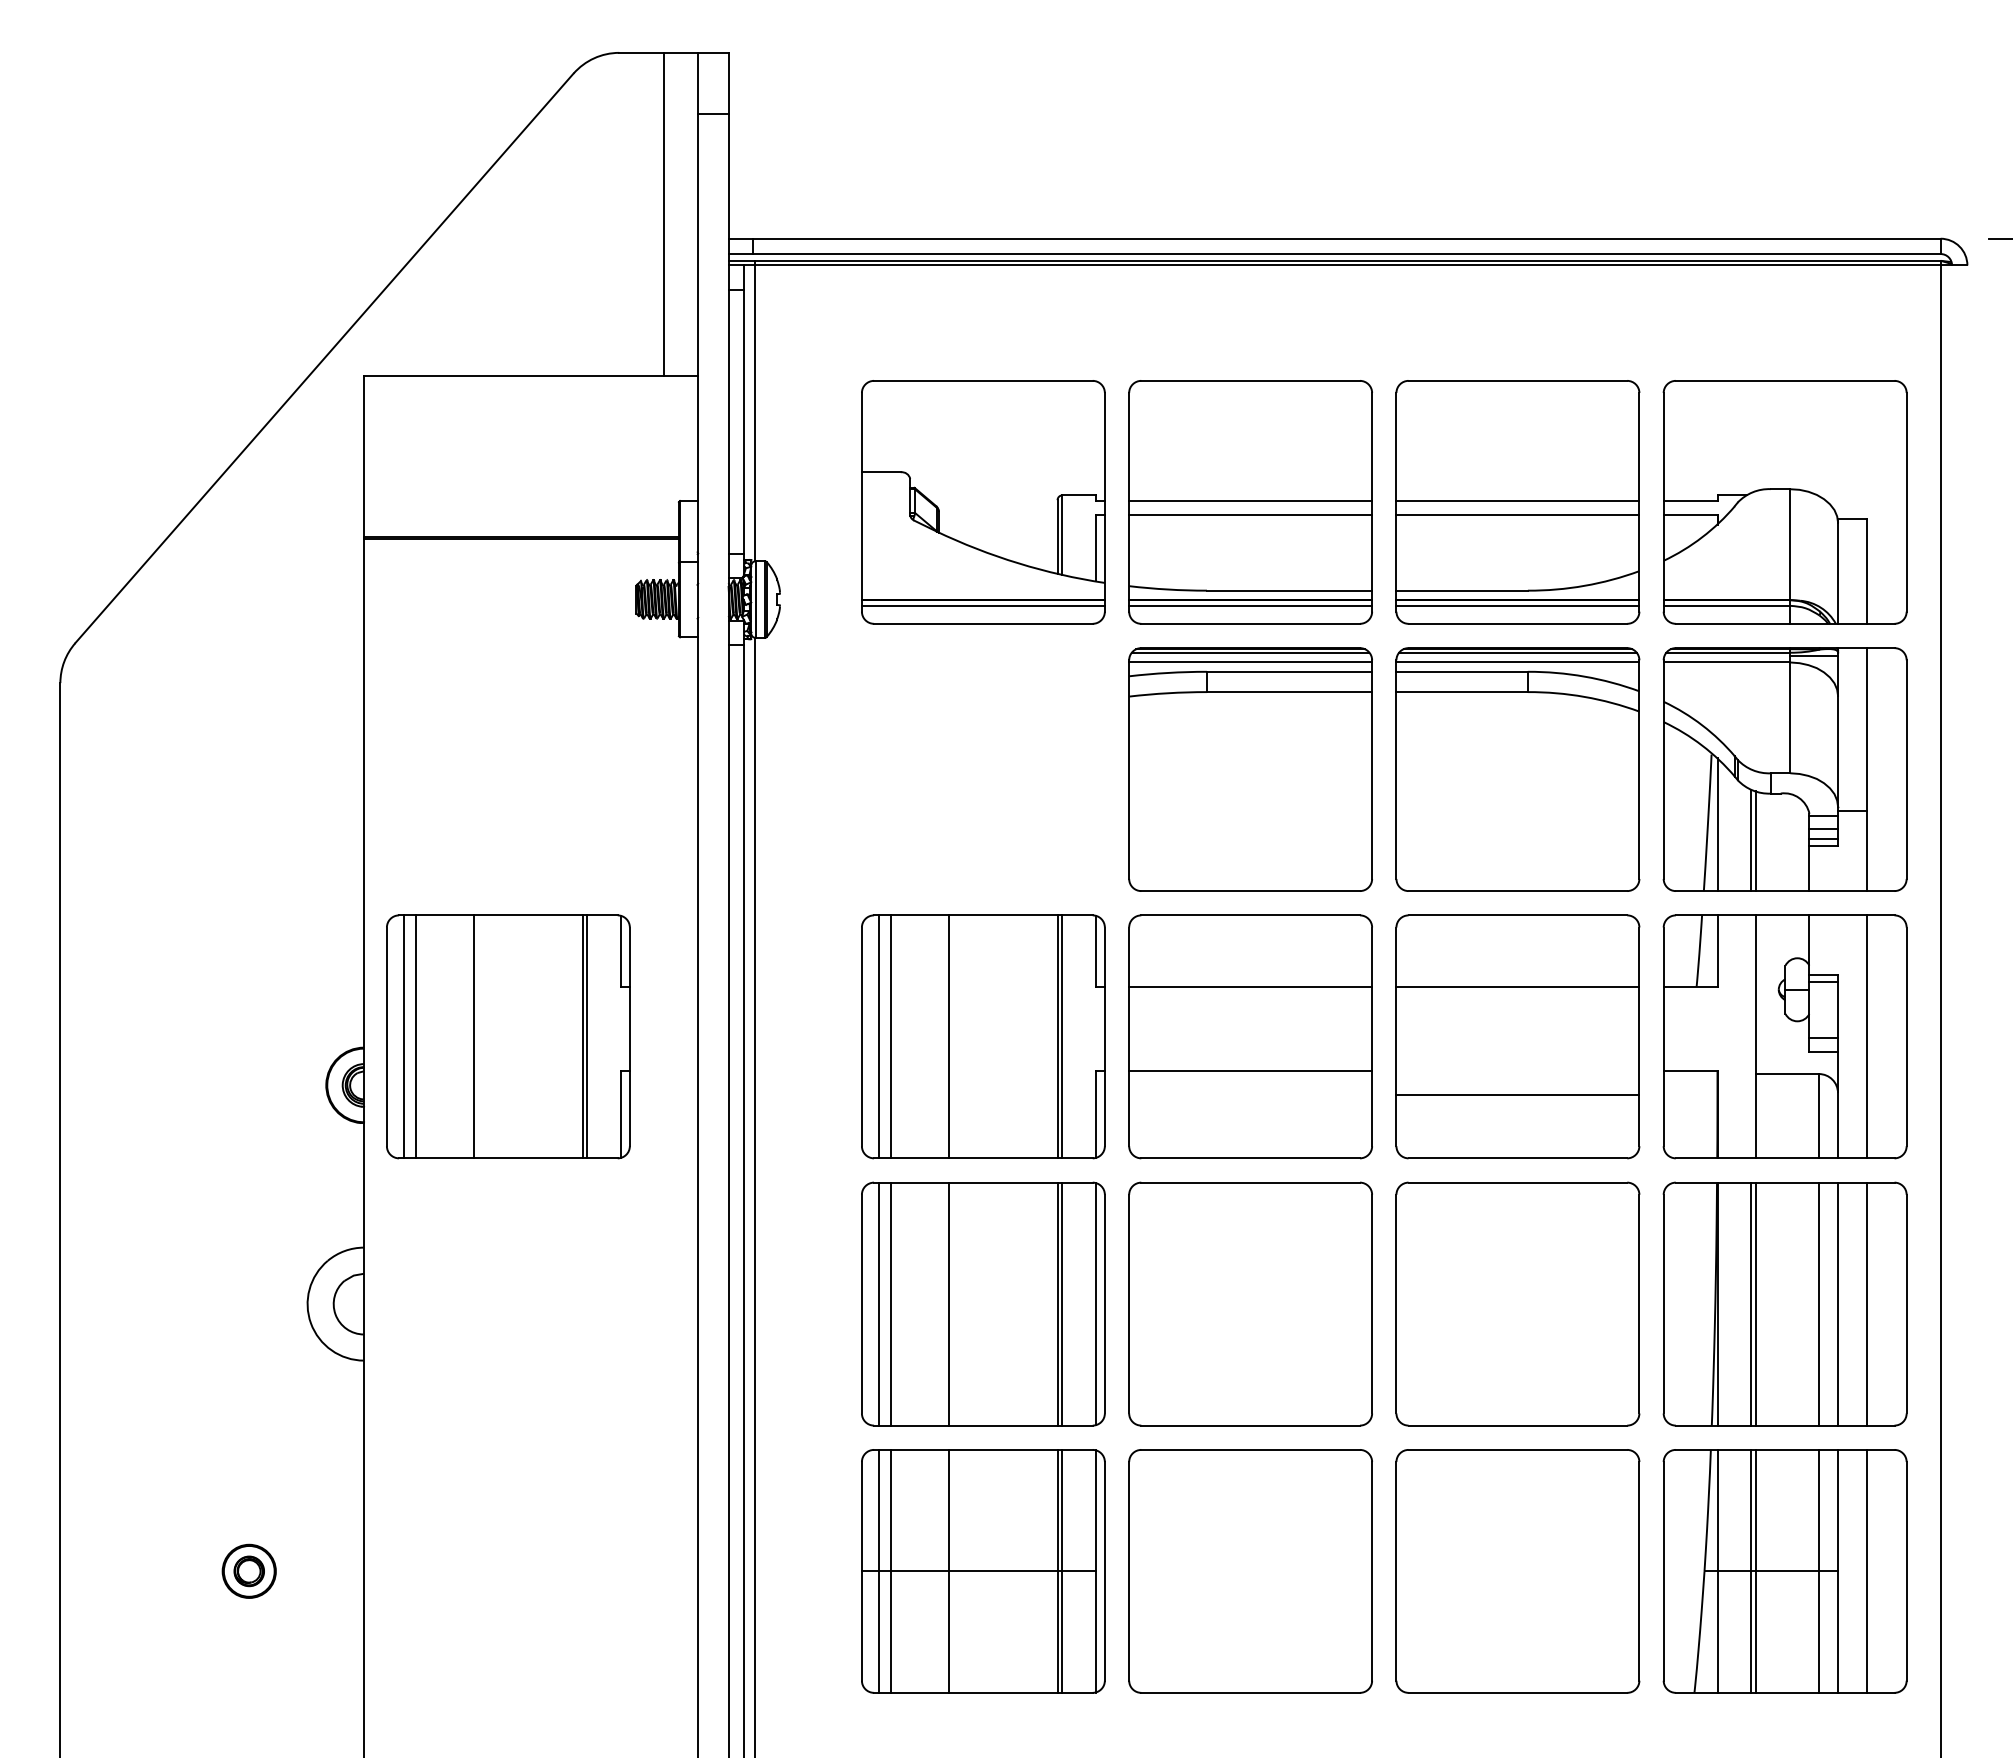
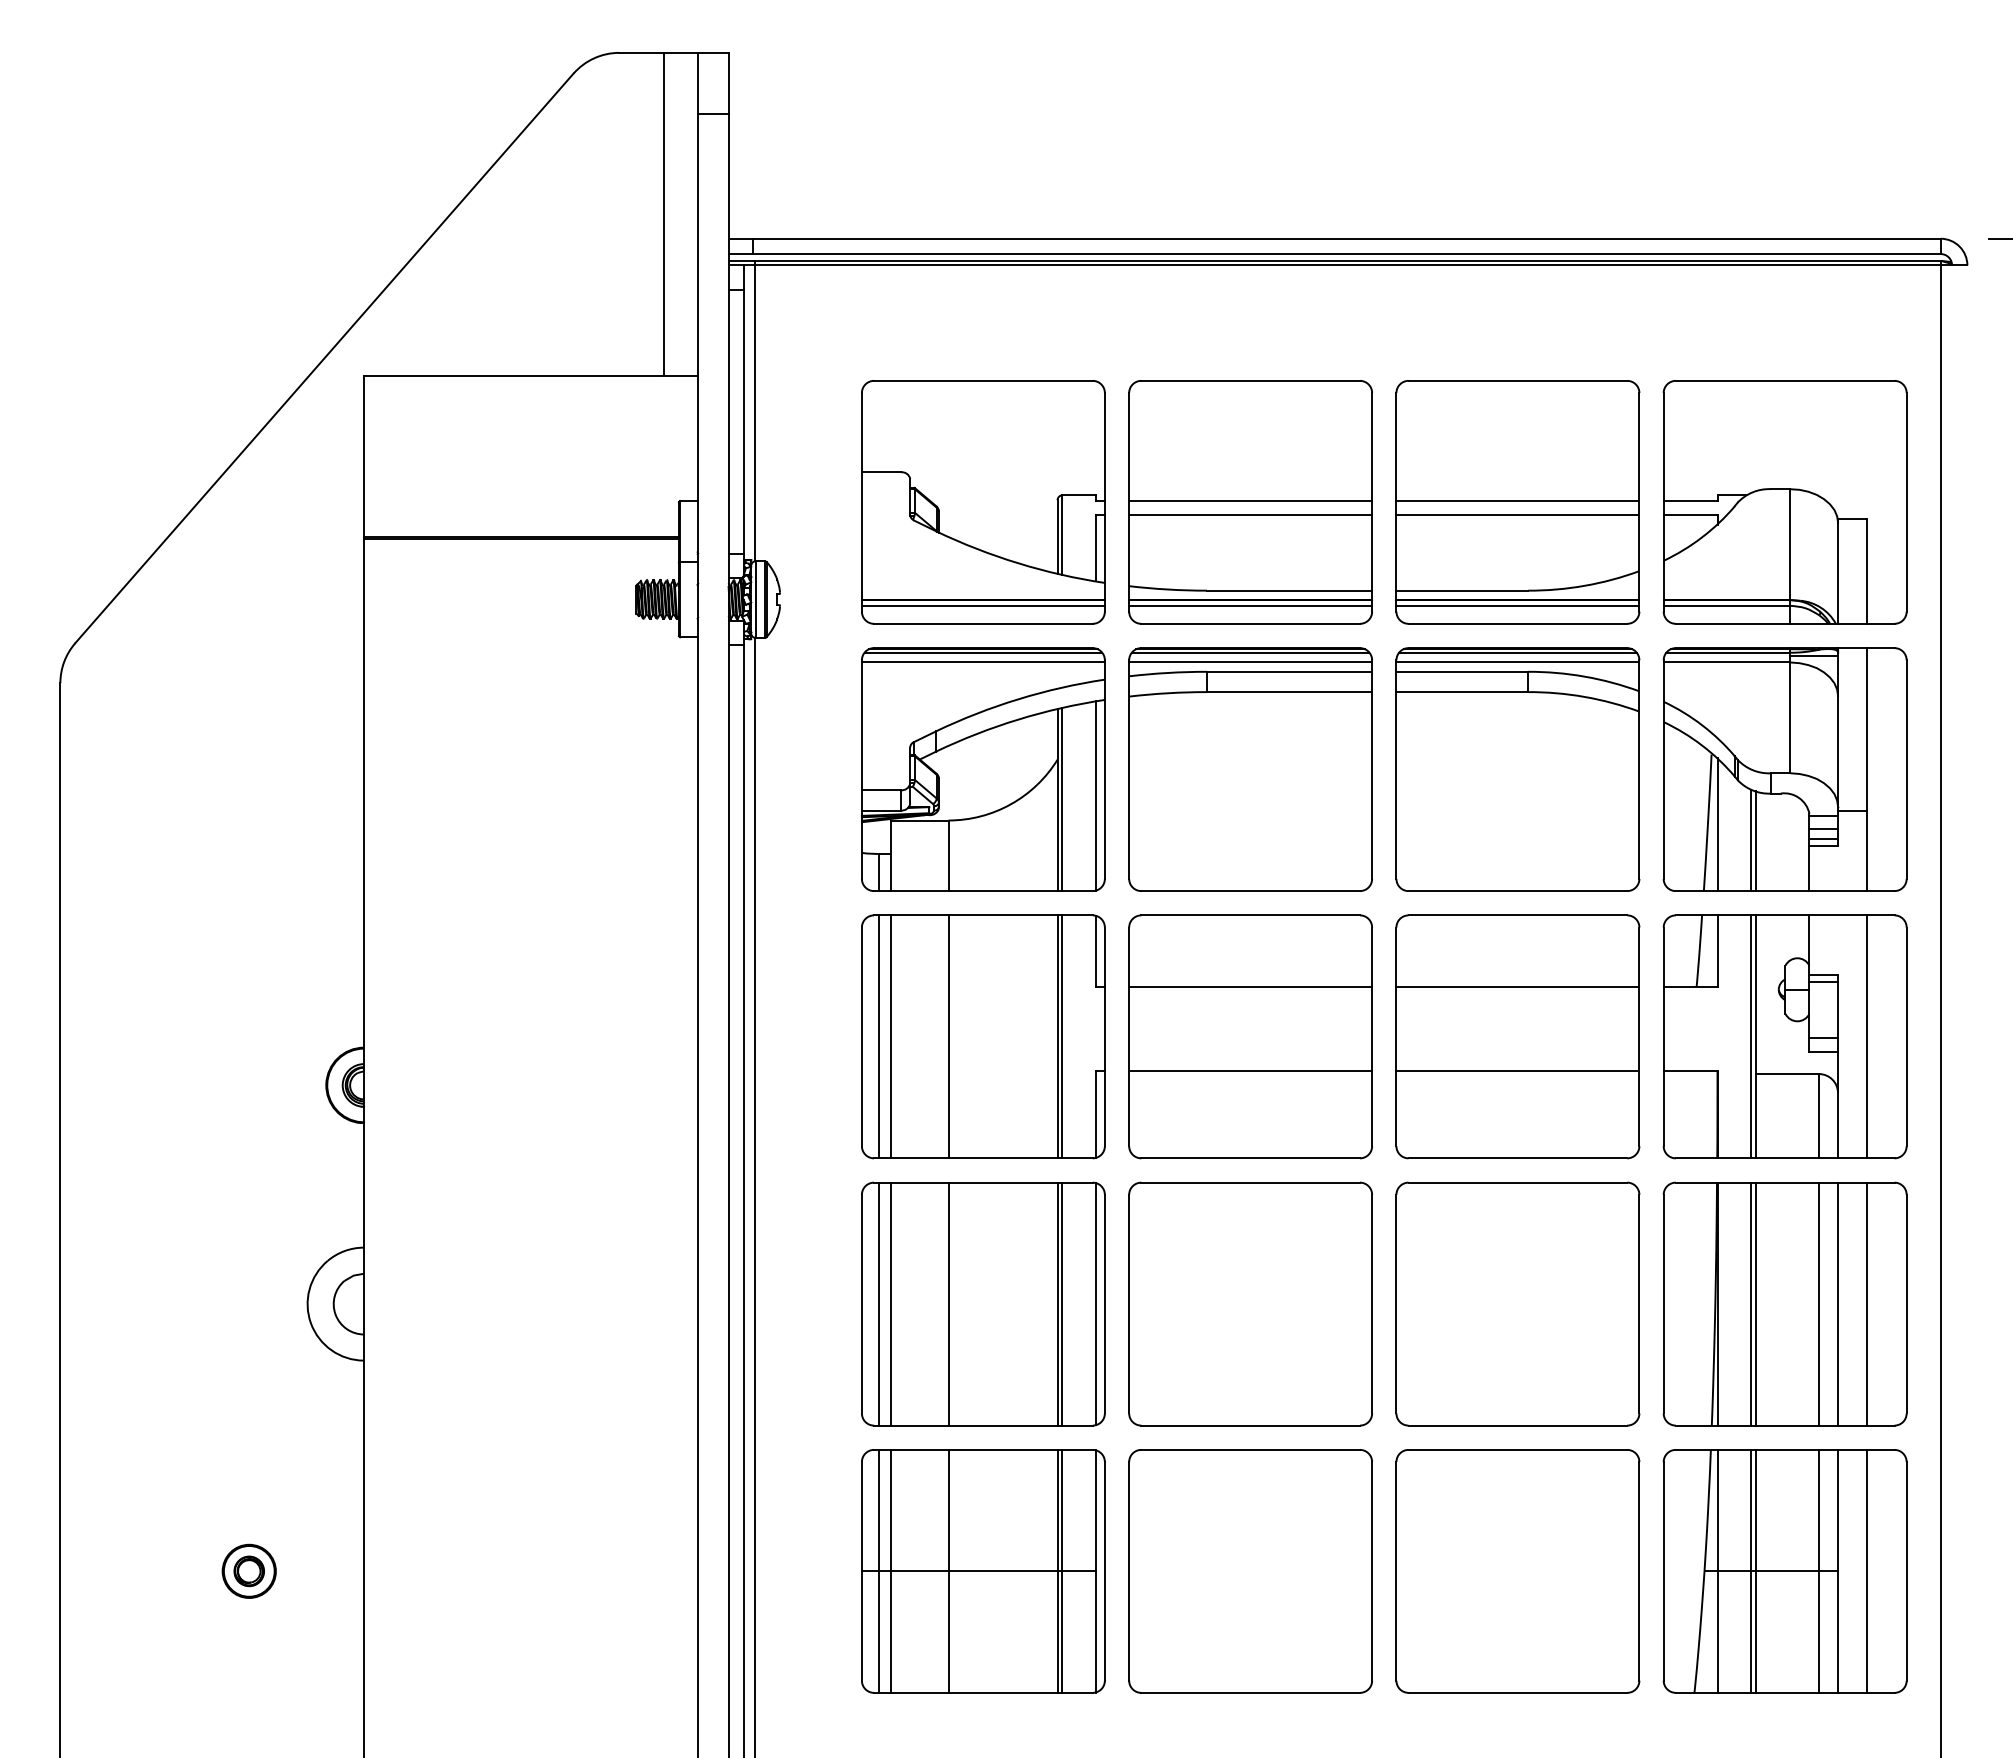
part at (983, 769): none -> present
part at (508, 1036): present -> none
line at (1751, 1036): none -> present
line at (1517, 1095) position: (1517, 1095) -> (1517, 1071)
